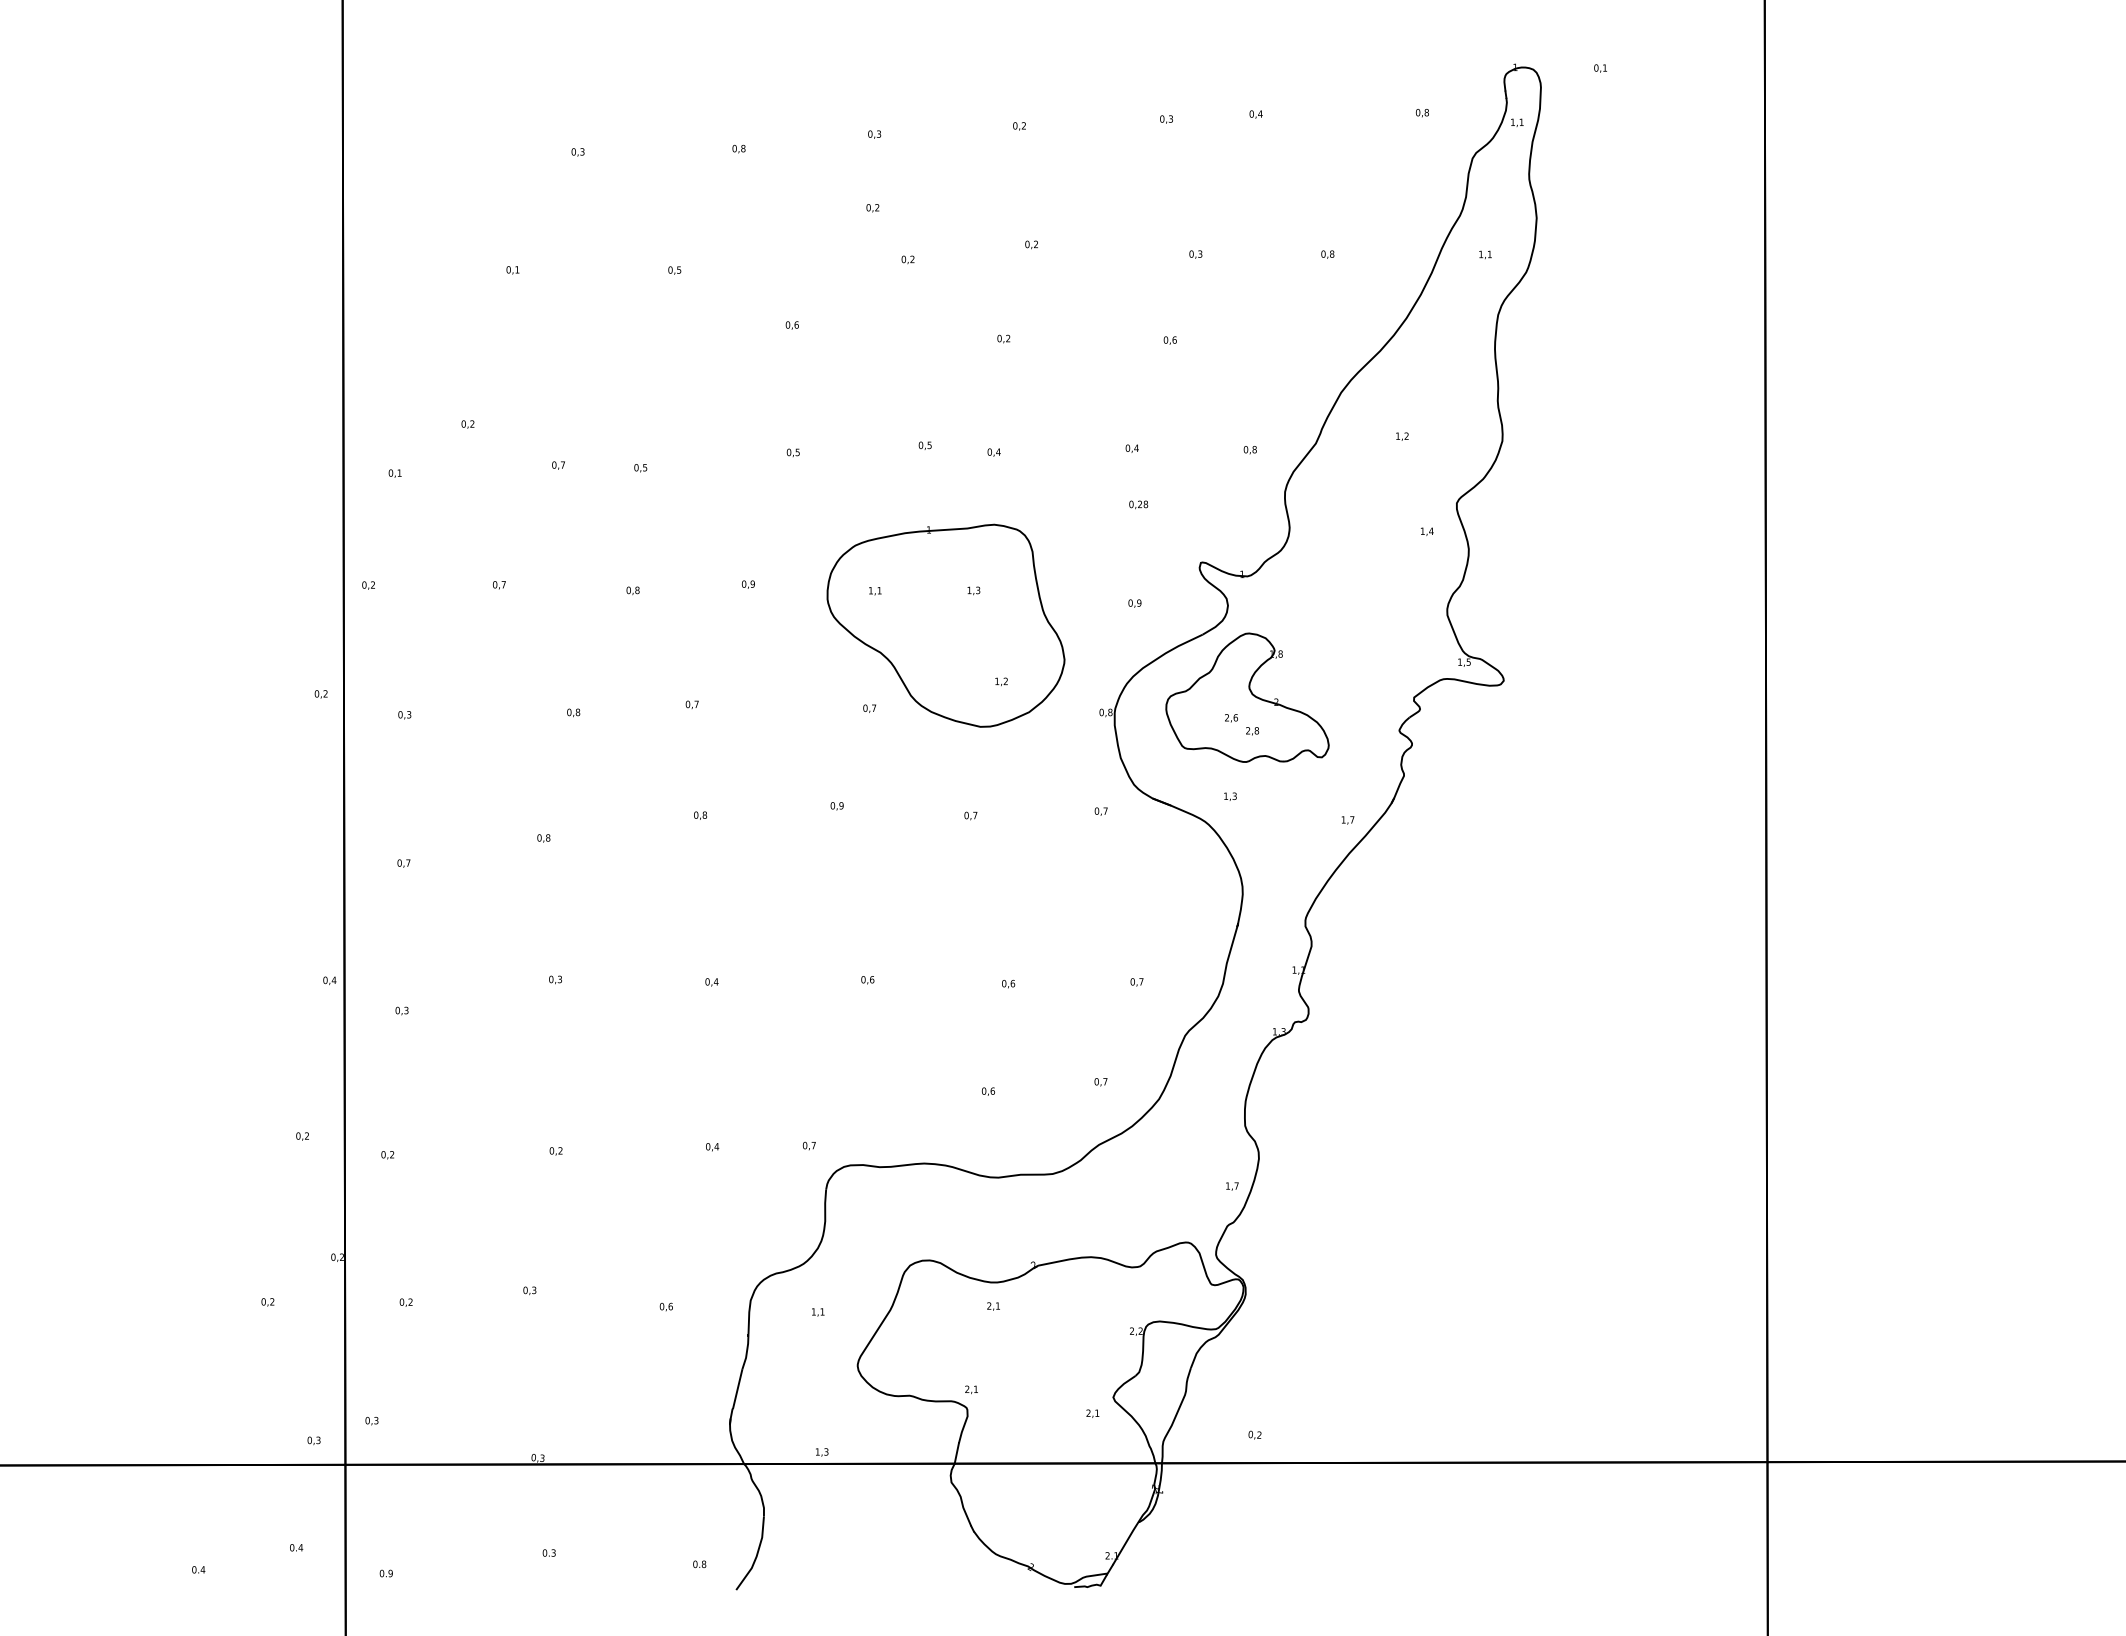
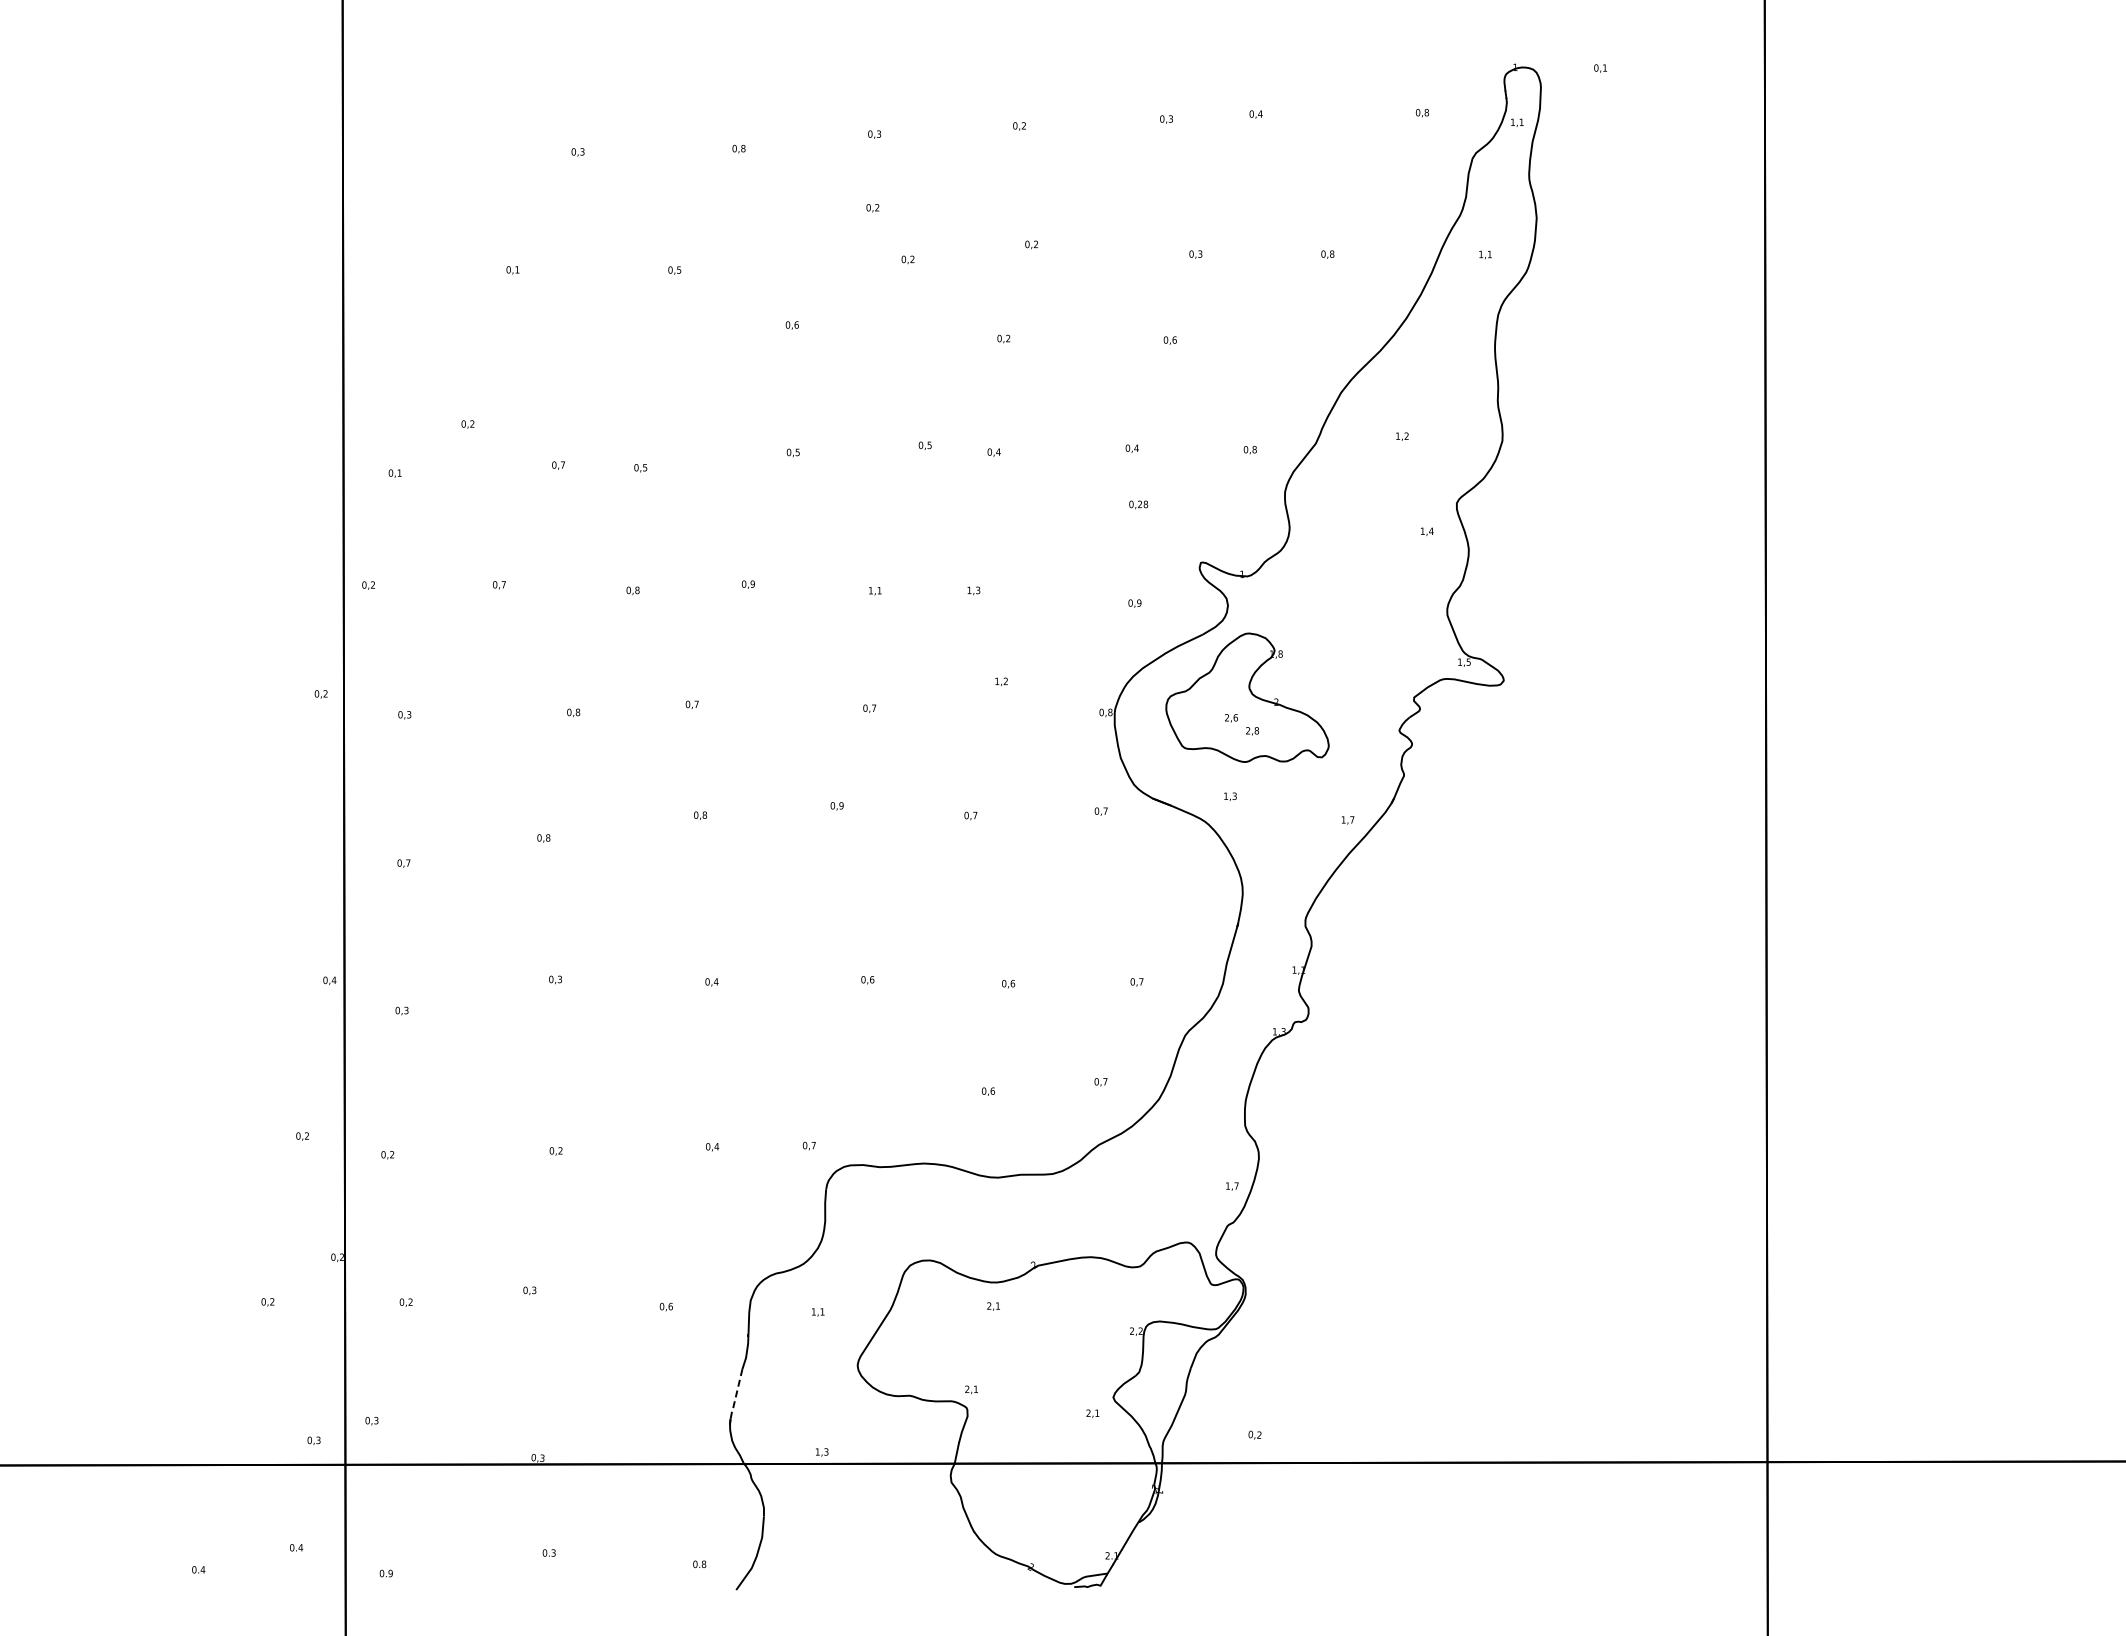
part at (945, 625): present -> none
line at (736, 1396): solid -> dashed
